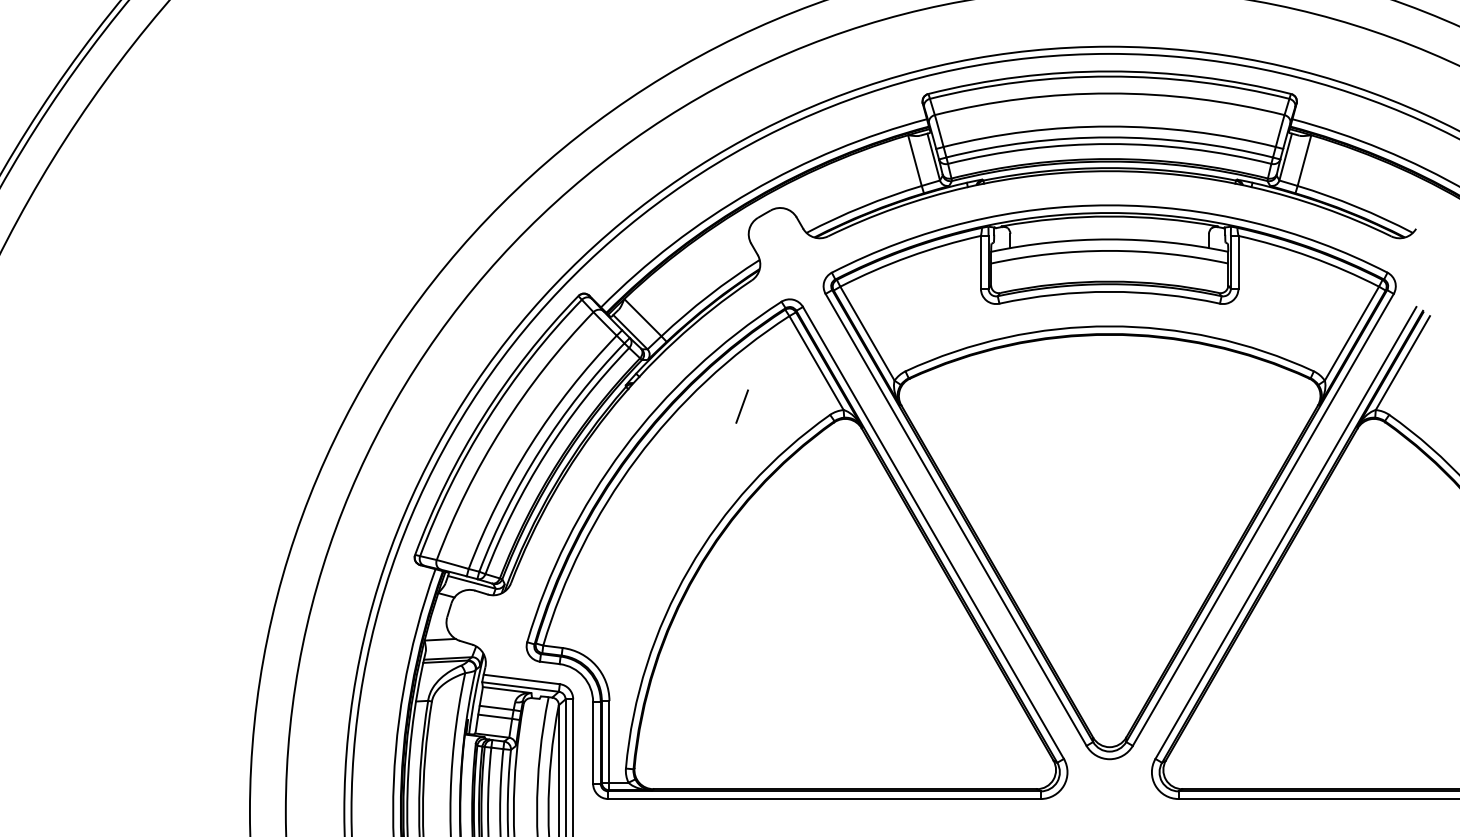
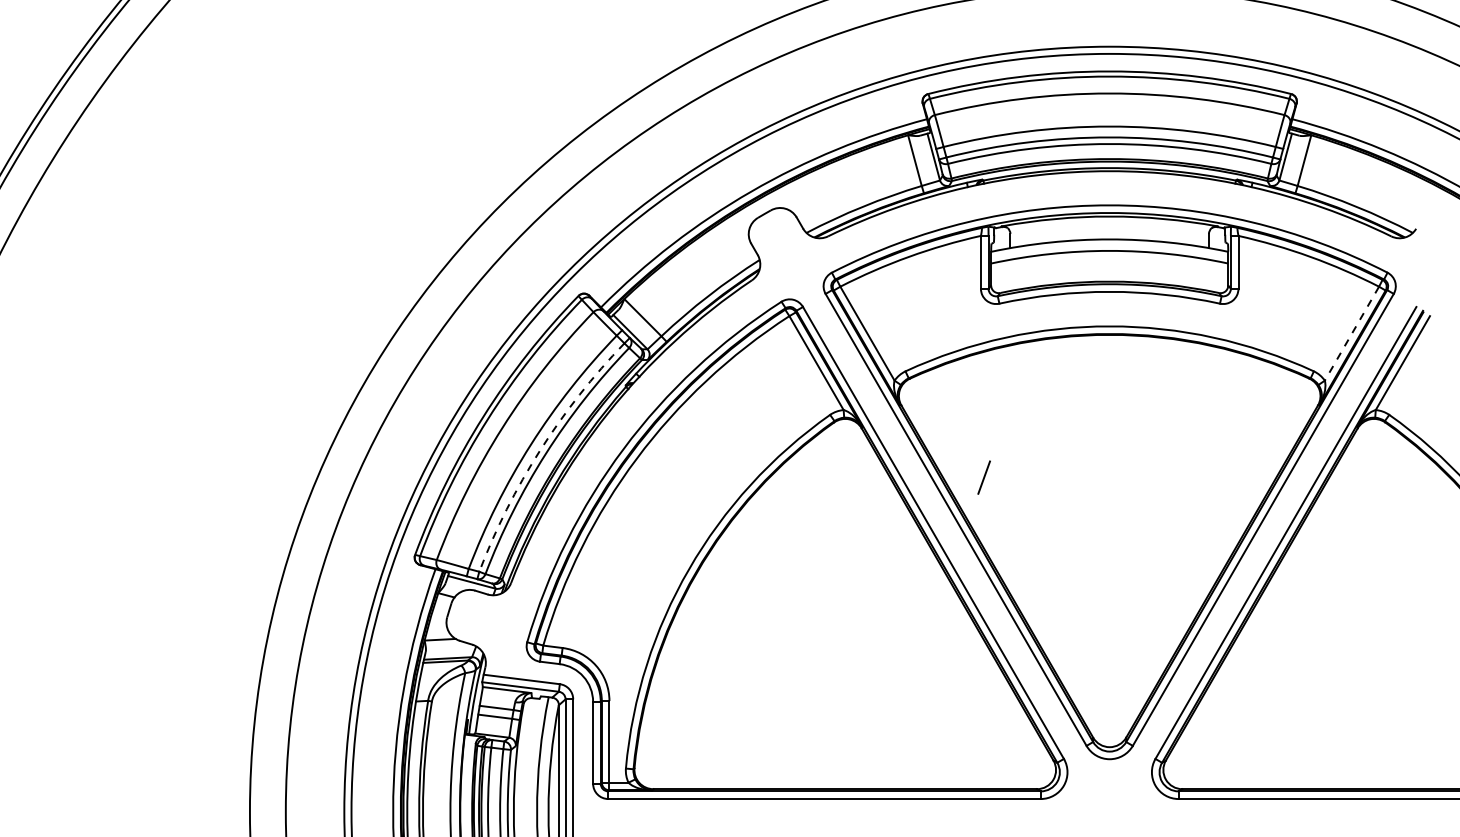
line at (1351, 334): solid -> dashed
line at (741, 406) position: (741, 406) -> (983, 477)
arc at (540, 450): solid -> dashed
